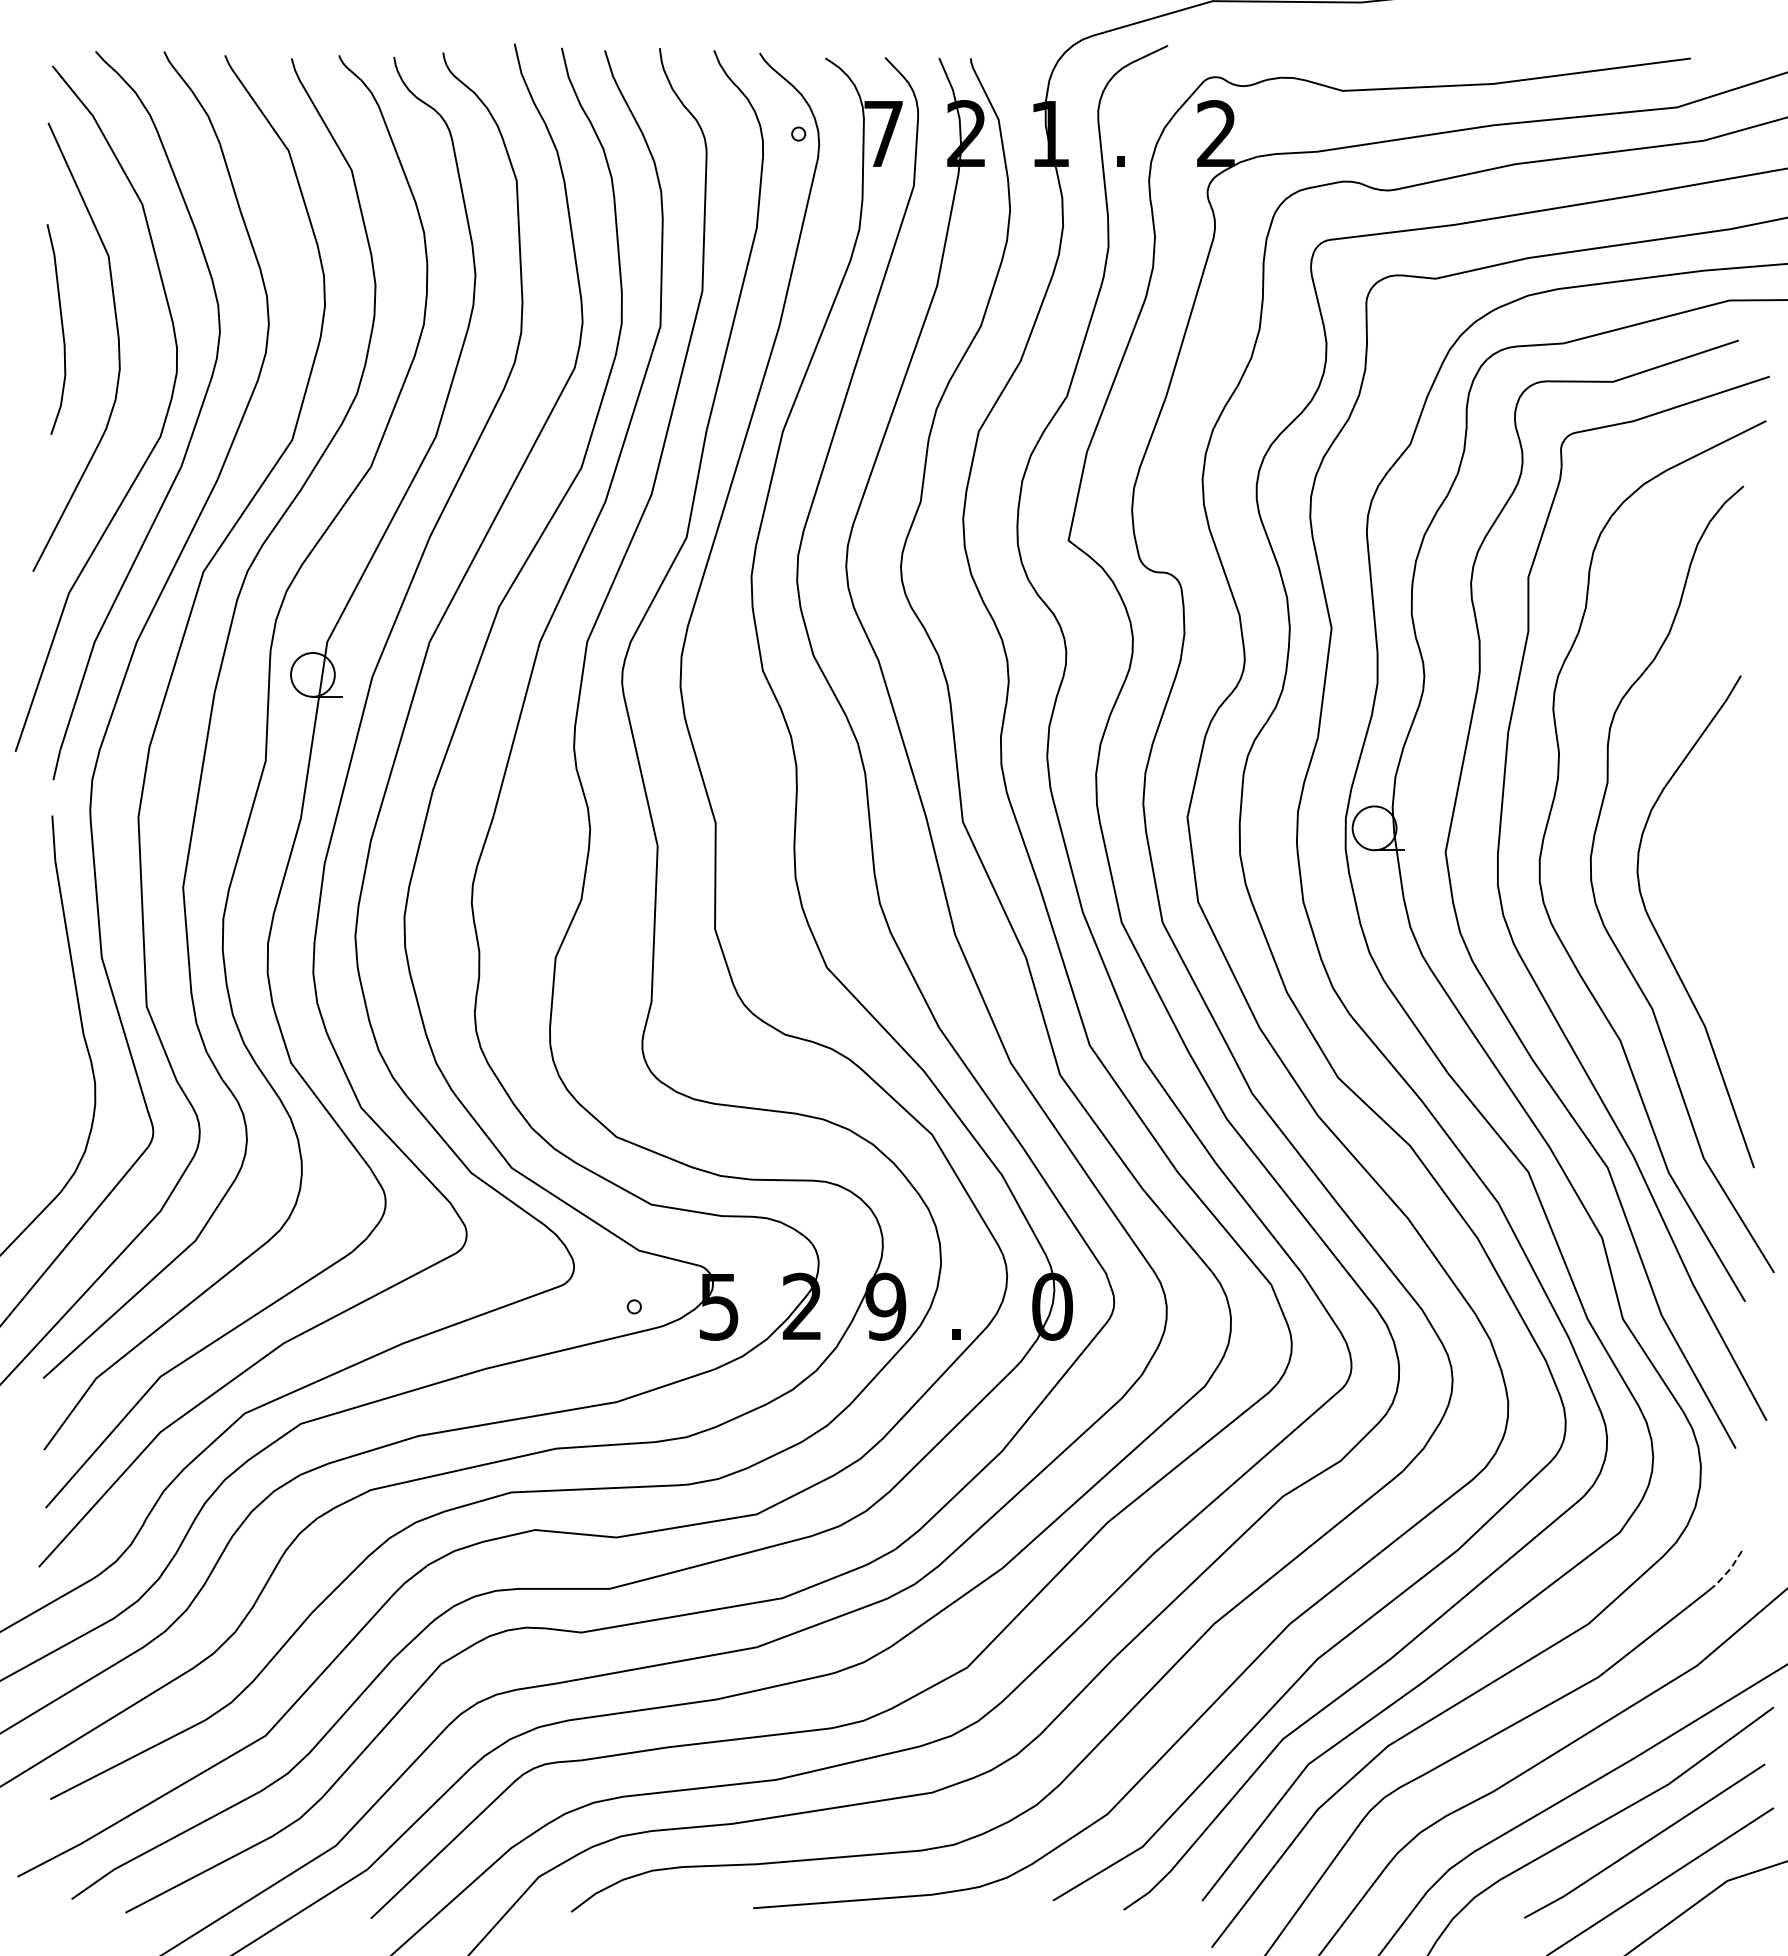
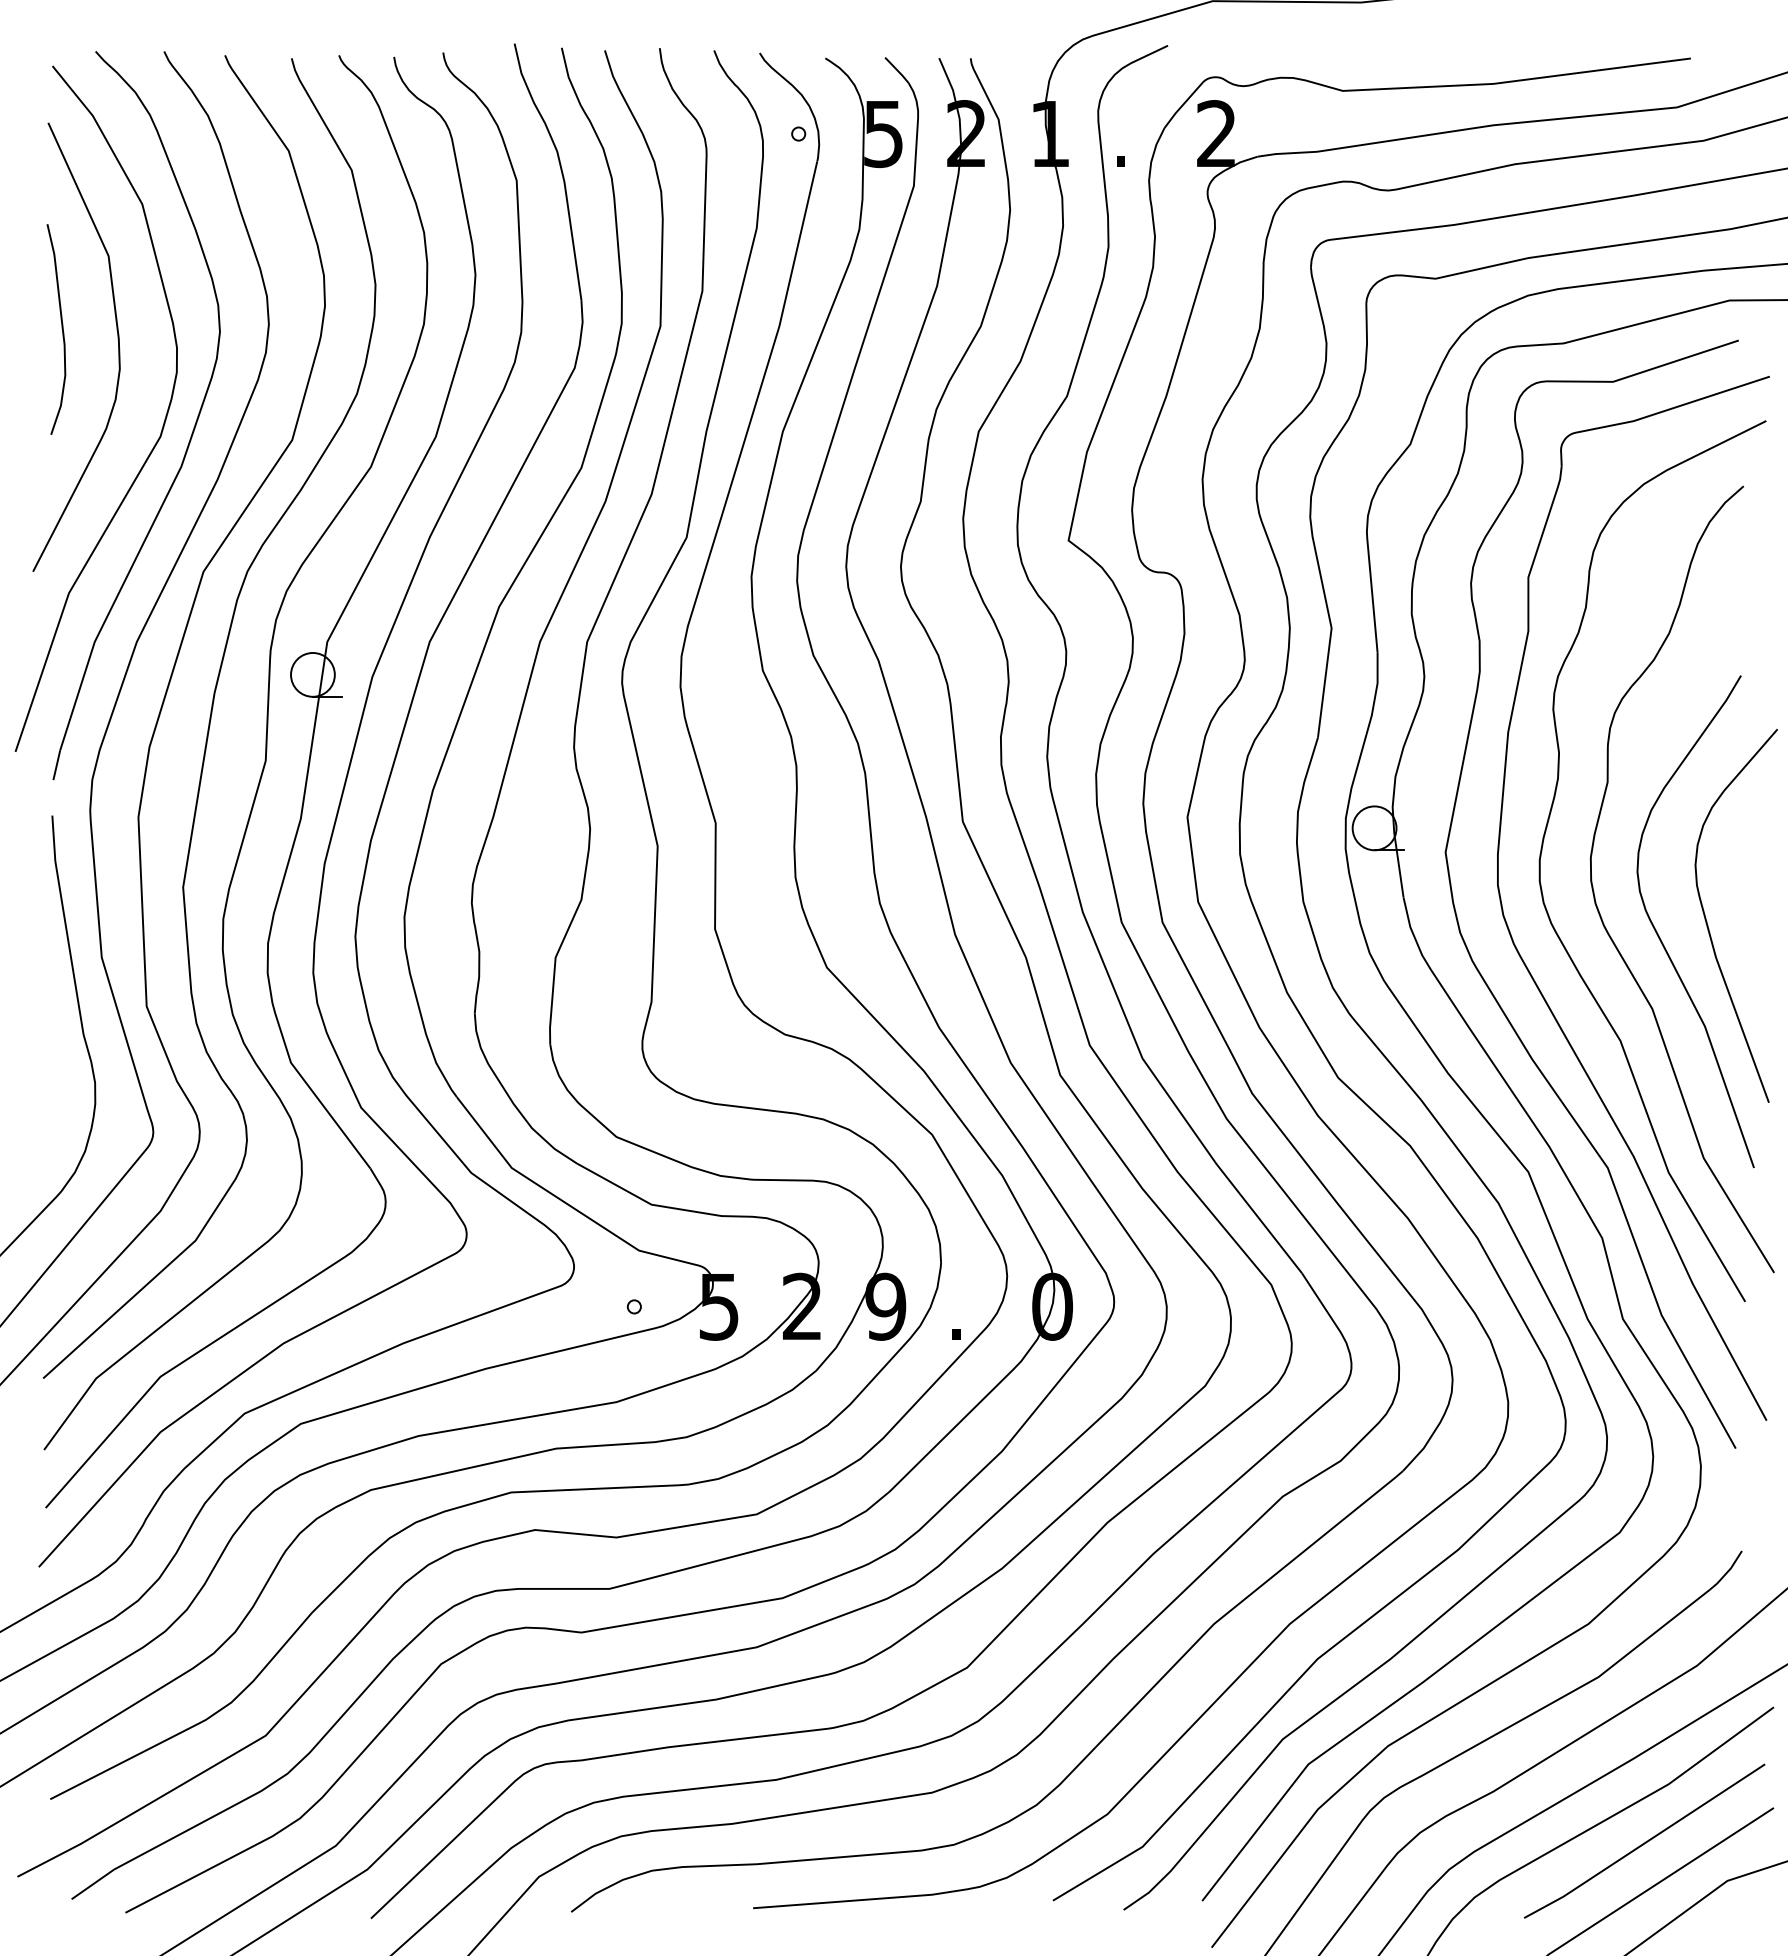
text at (883, 134): 7 -> 5
curve at (1707, 921): none -> present
line at (1727, 1571): dashed -> solid
